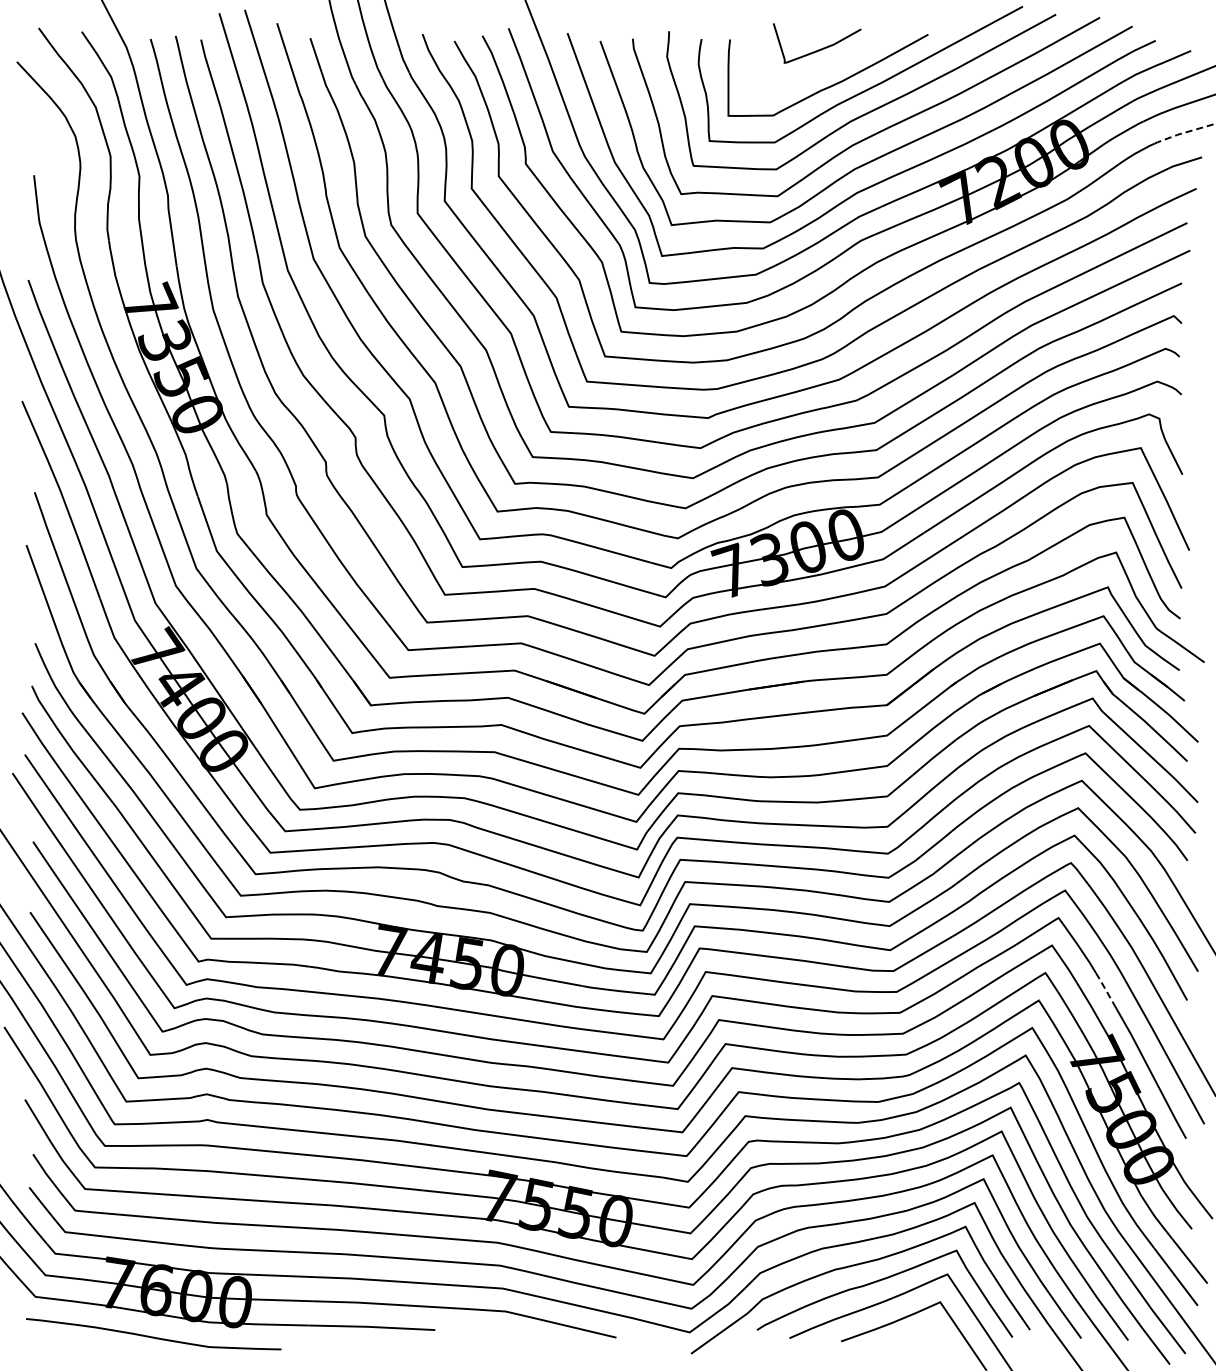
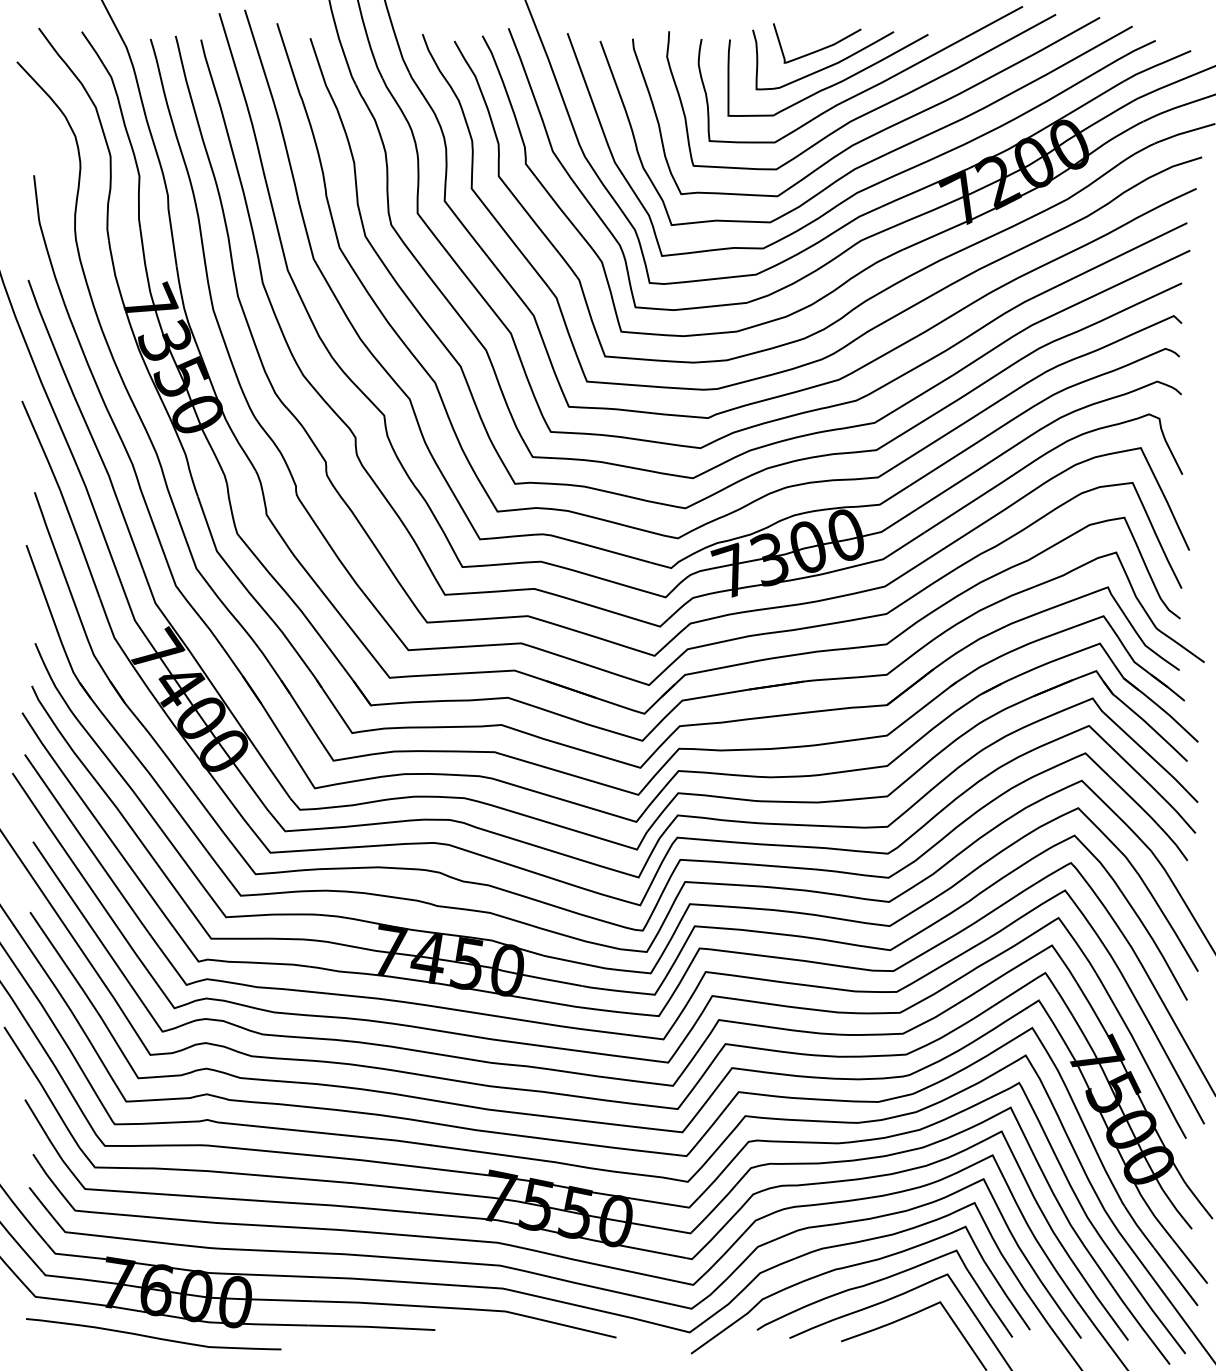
curve at (826, 66): none -> present
line at (1183, 133): dashed -> solid
line at (1105, 989): dashed -> solid
